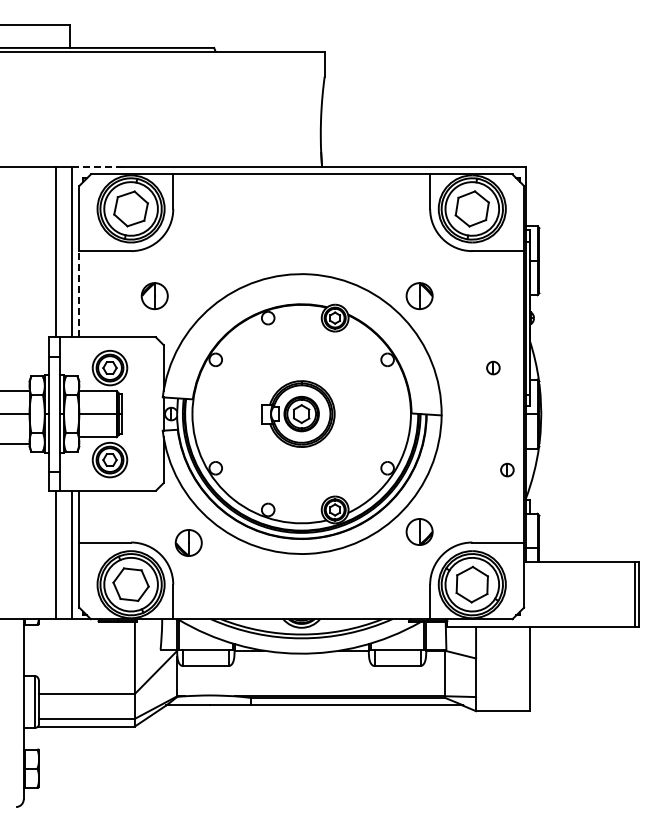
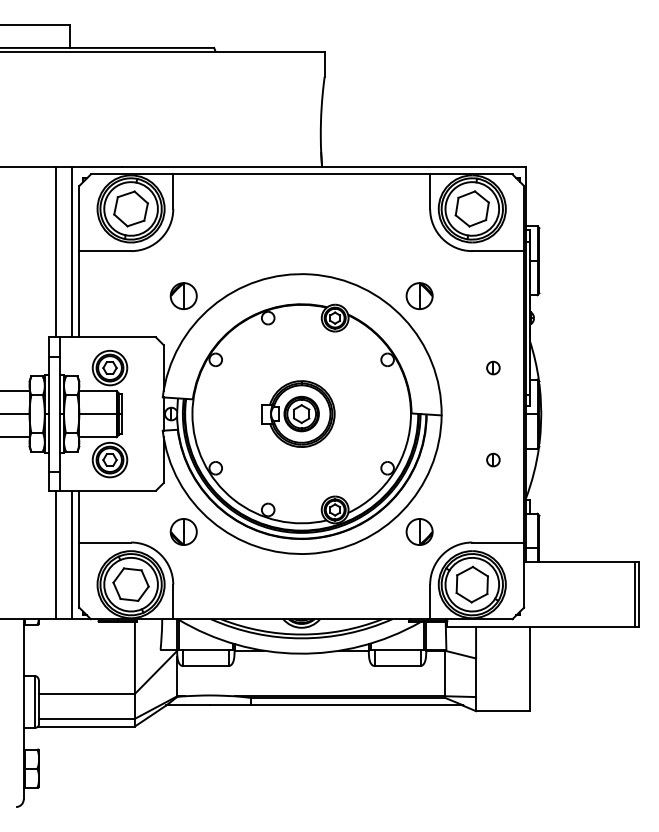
line at (97, 166): dashed -> solid
line at (79, 293): dashed -> solid
part at (154, 296) position: (154, 296) -> (183, 296)
line at (15, 444) position: (15, 444) -> (15, 437)
part at (507, 469) position: (507, 469) -> (493, 459)
part at (188, 542) position: (188, 542) -> (183, 531)
